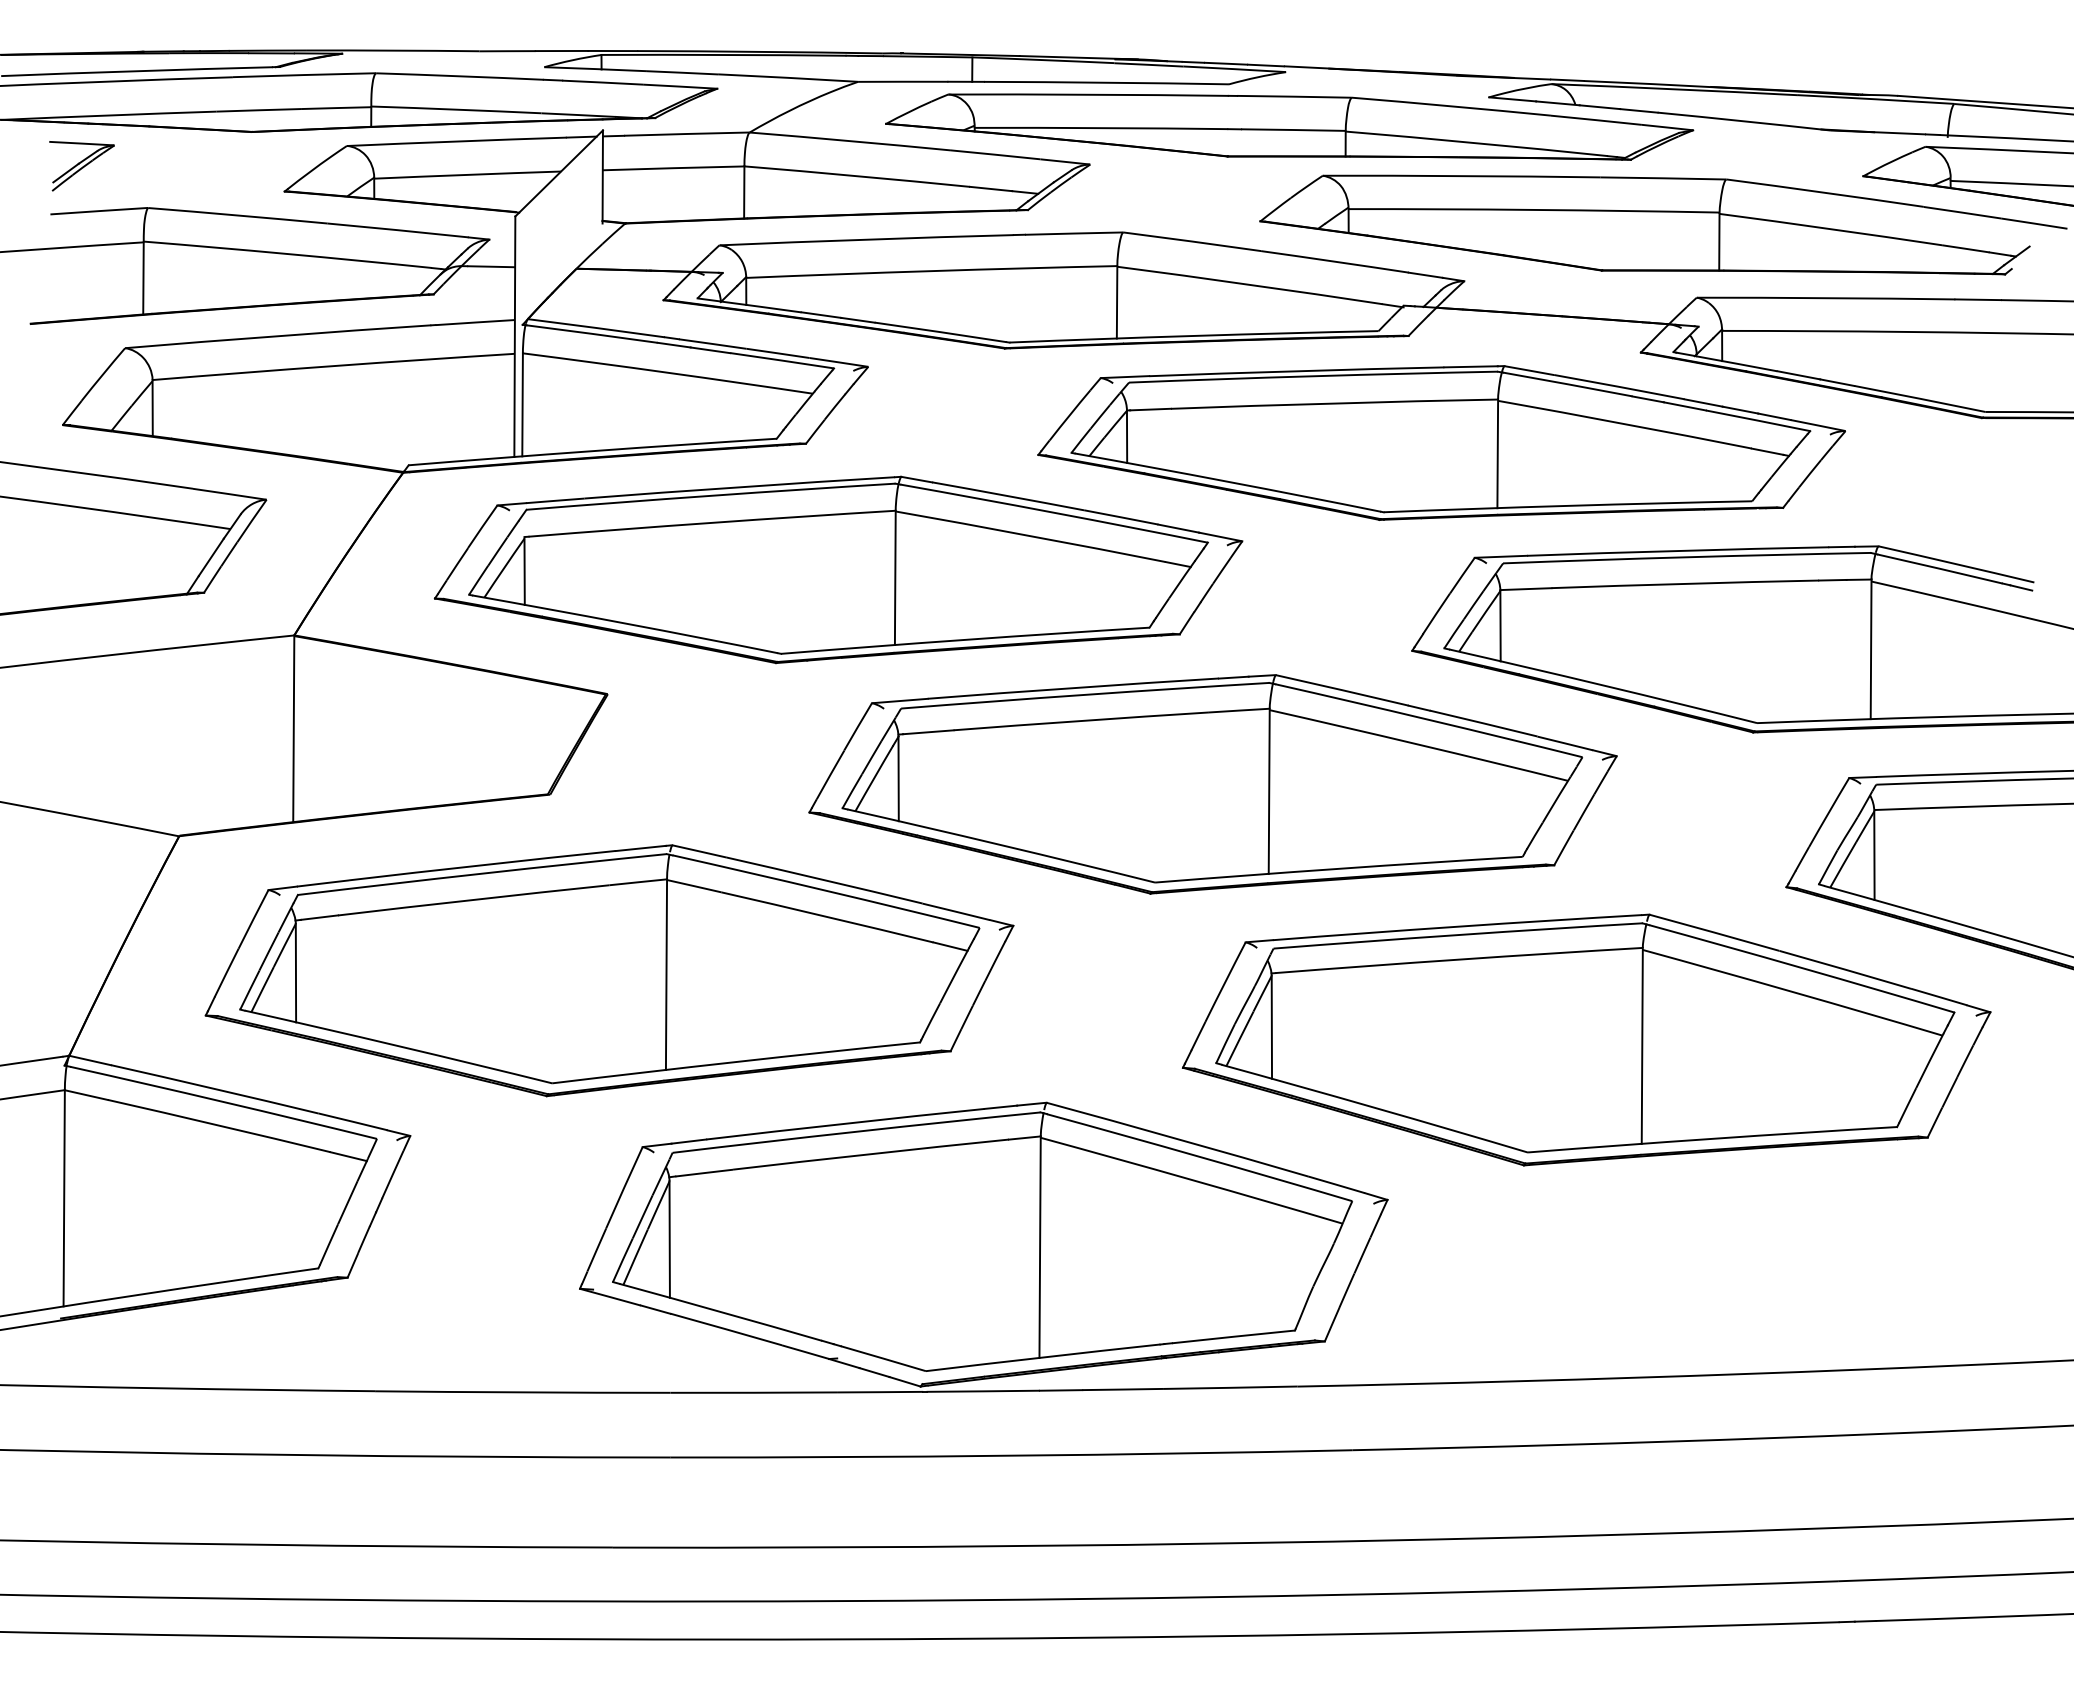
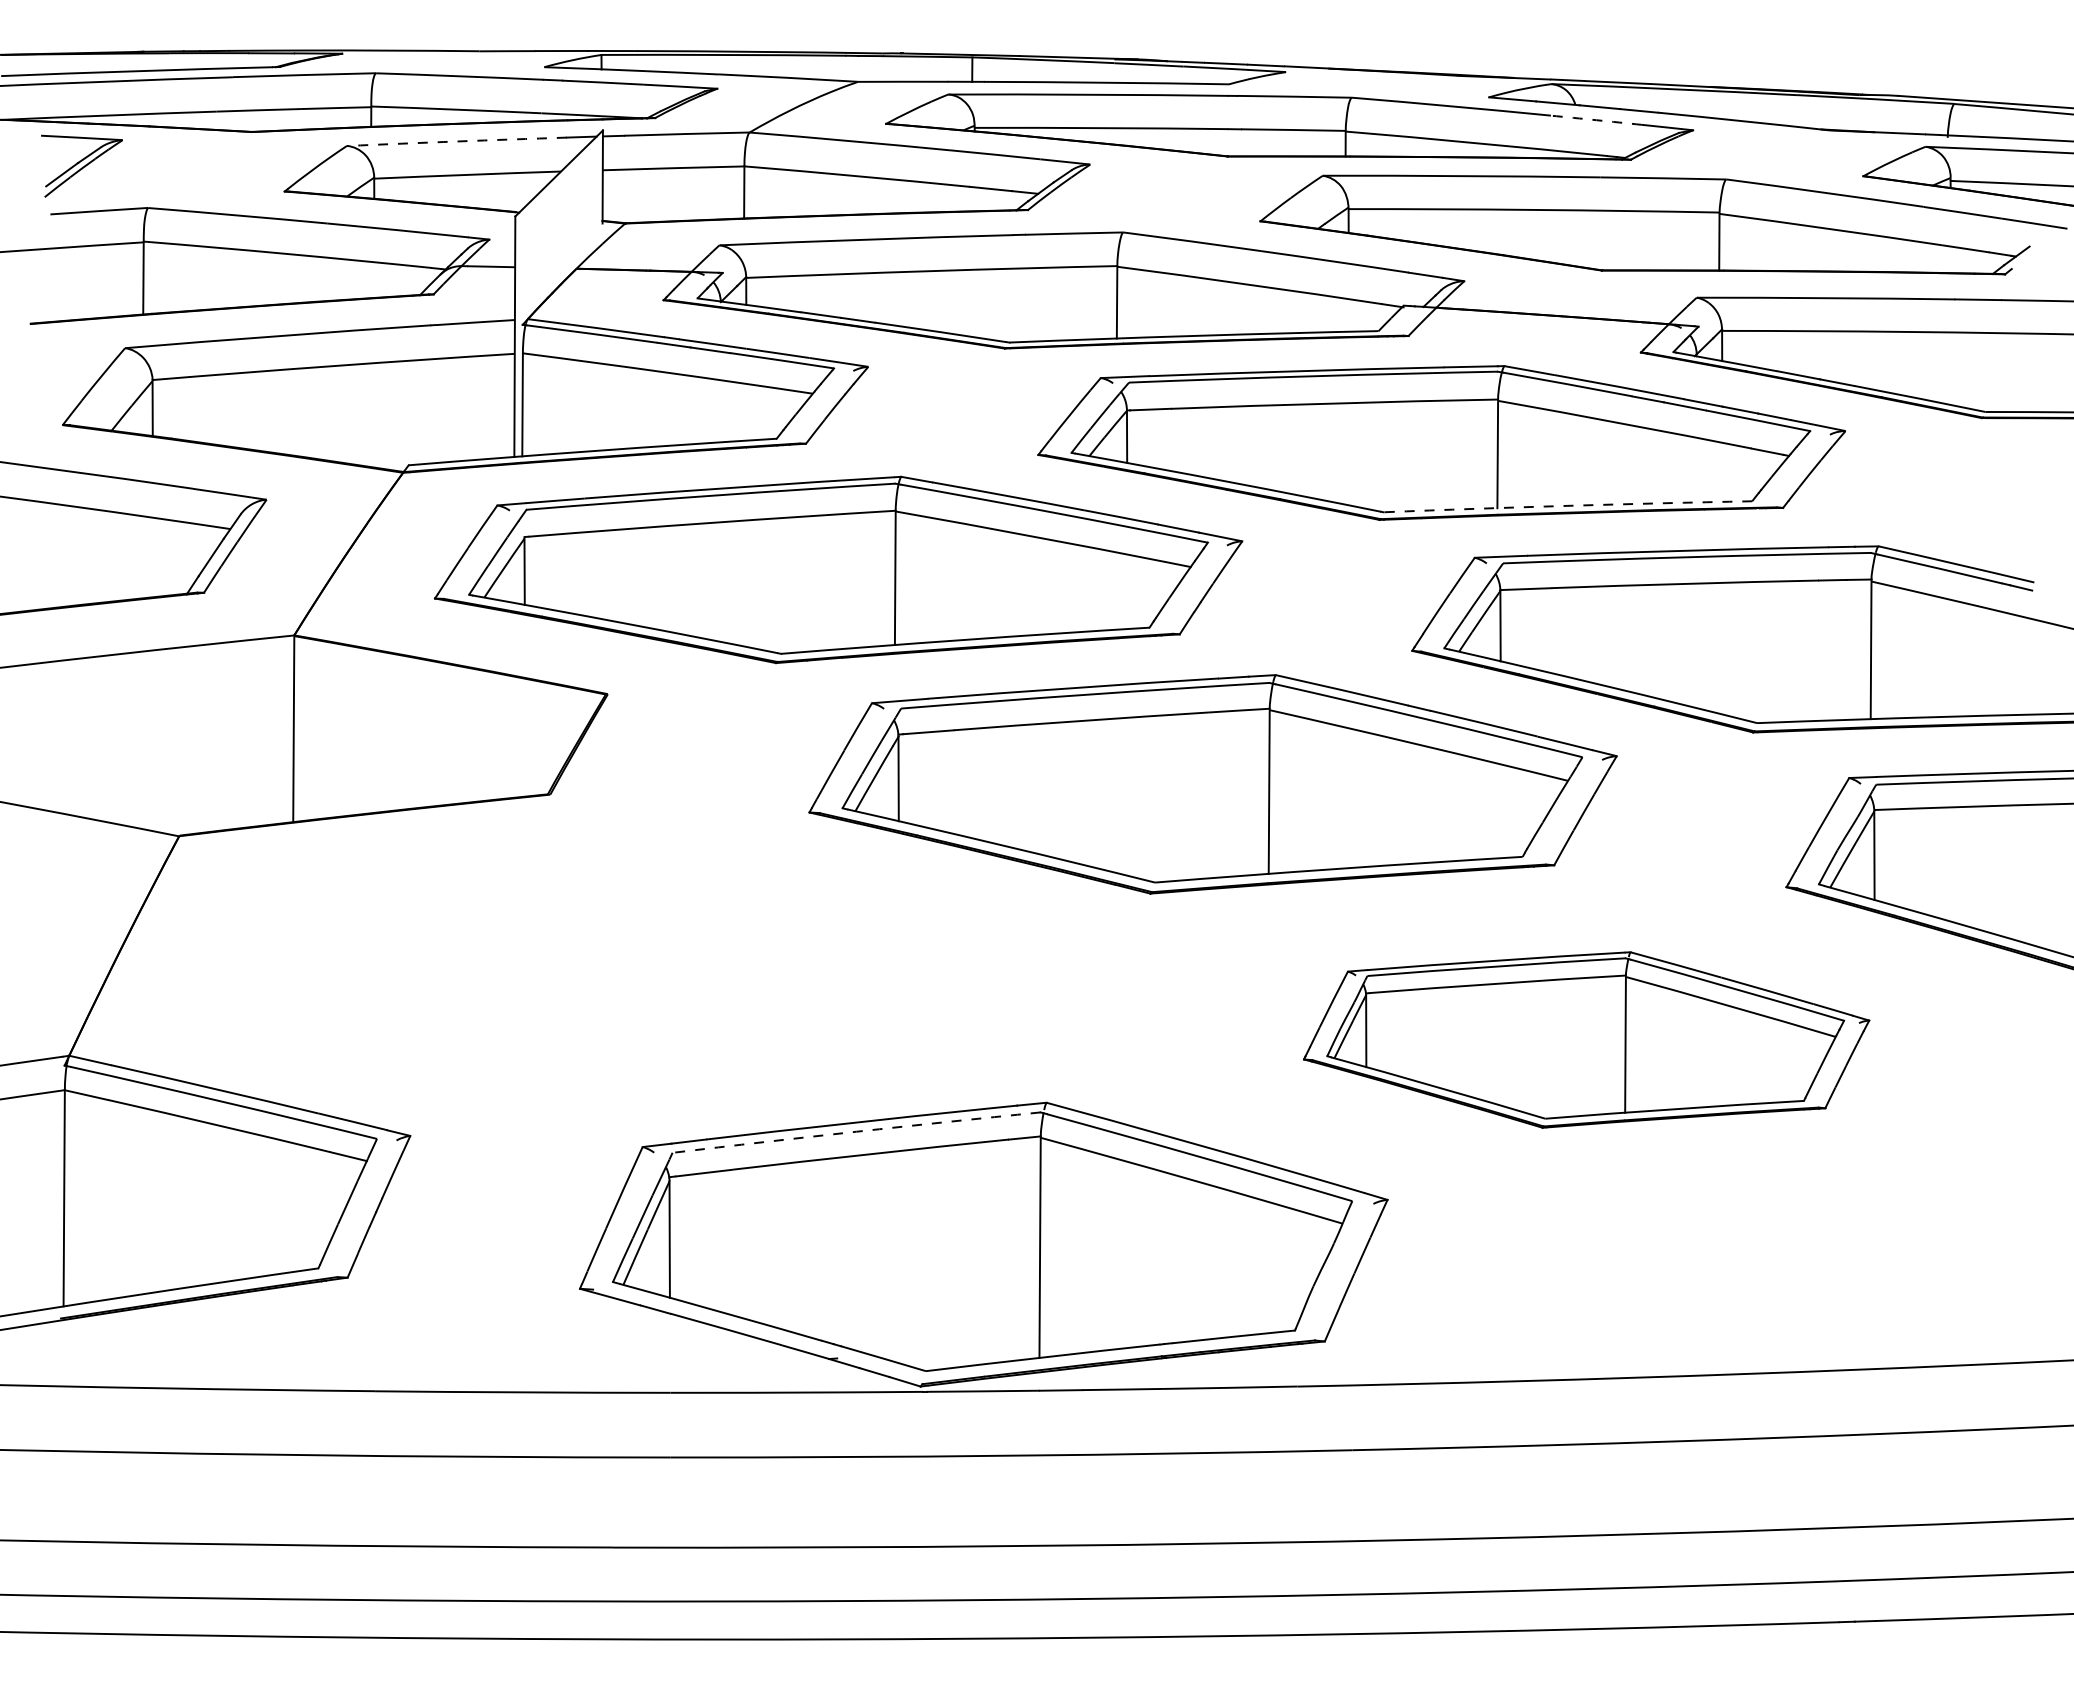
arc at (1596, 120): solid -> dashed
arc at (456, 141): solid -> dashed
part at (81, 166) size: 66x51 px -> 82x64 px
arc at (1567, 505): solid -> dashed
part at (609, 970): present -> none
part at (1586, 1039) size: 811x254 px -> 568x178 px
arc at (856, 1131): solid -> dashed
